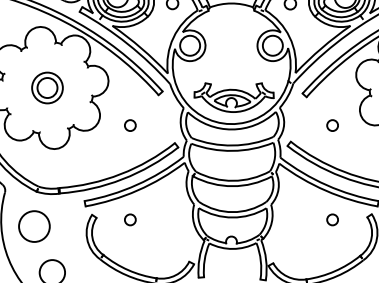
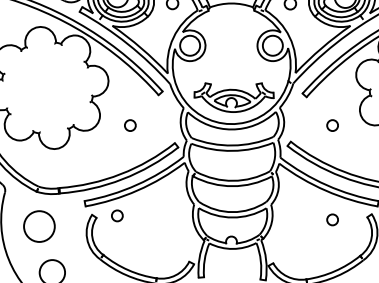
part at (47, 87): present -> none
circle at (130, 219) position: (130, 219) -> (117, 215)
circle at (34, 226) position: (34, 226) -> (39, 226)
